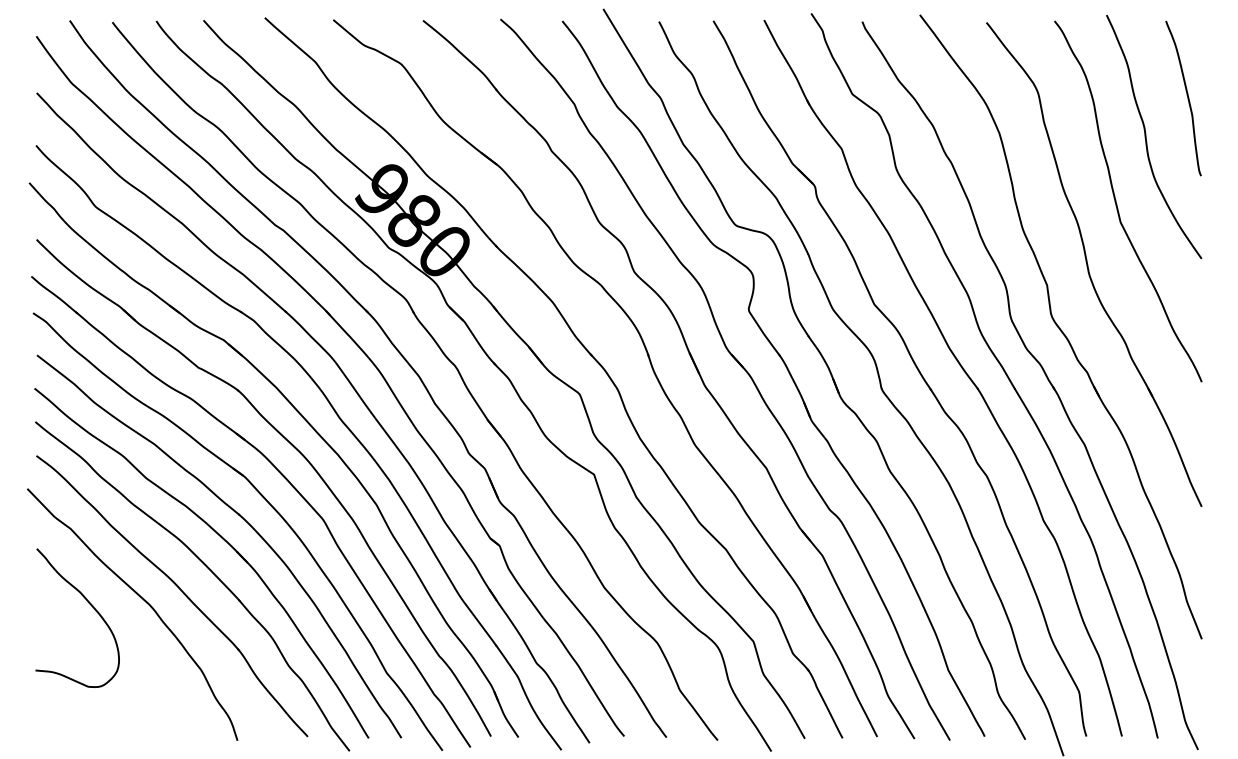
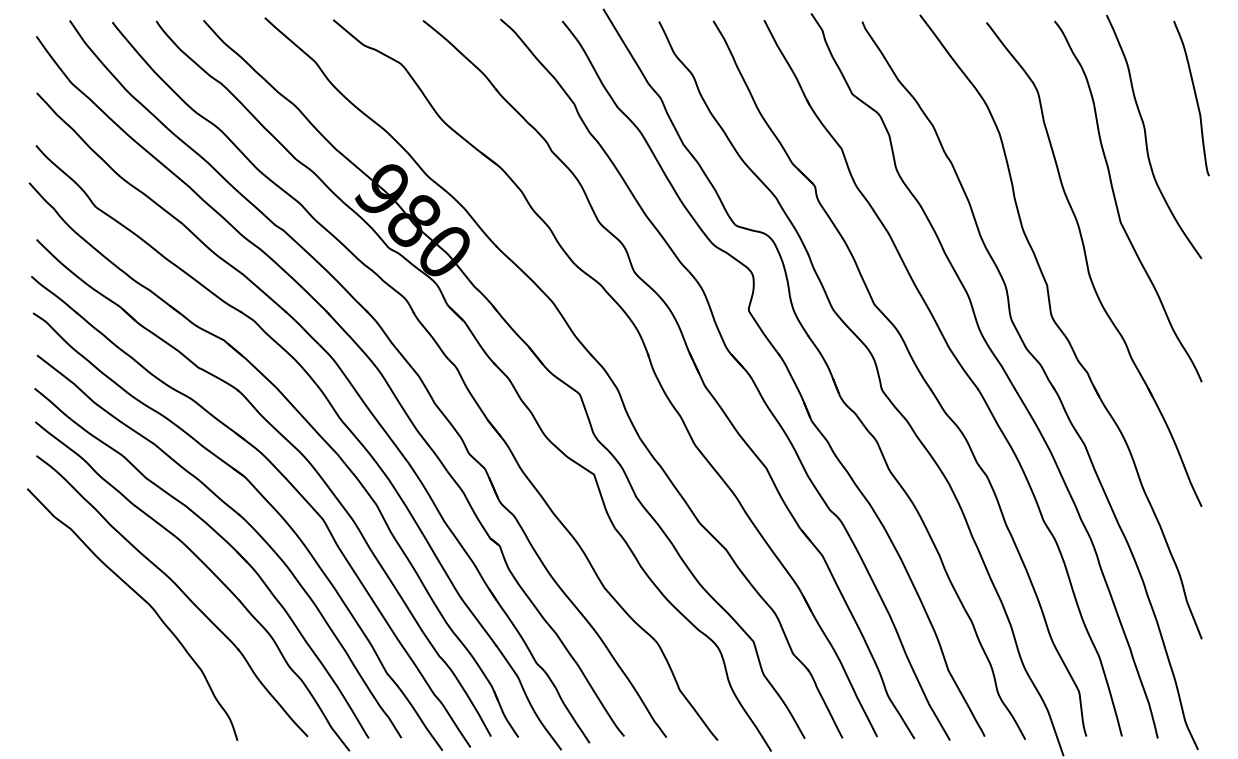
curve at (1187, 98) position: (1187, 98) -> (1195, 98)
curve at (89, 604): present -> none
